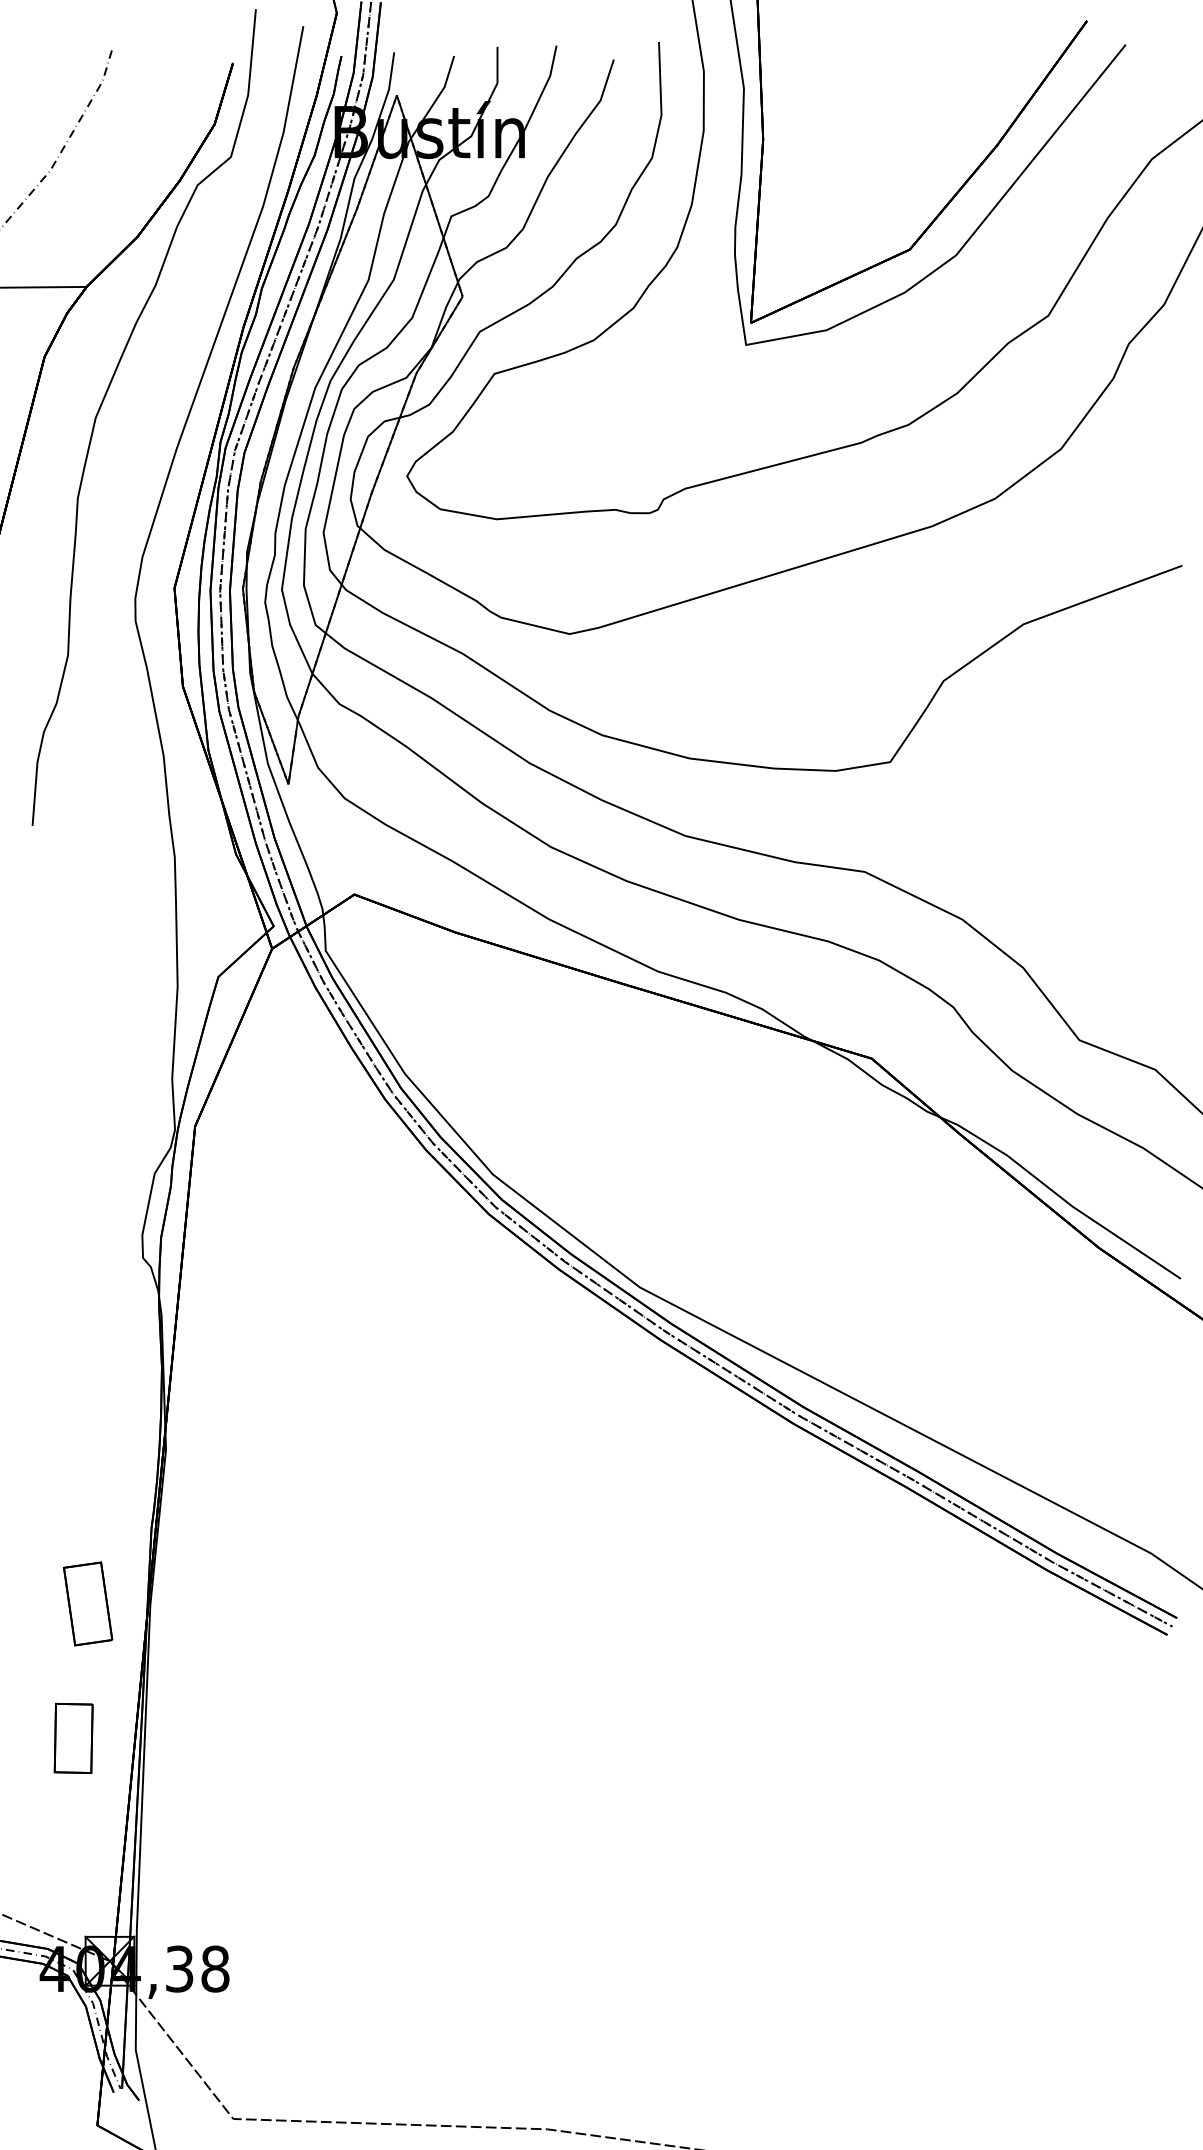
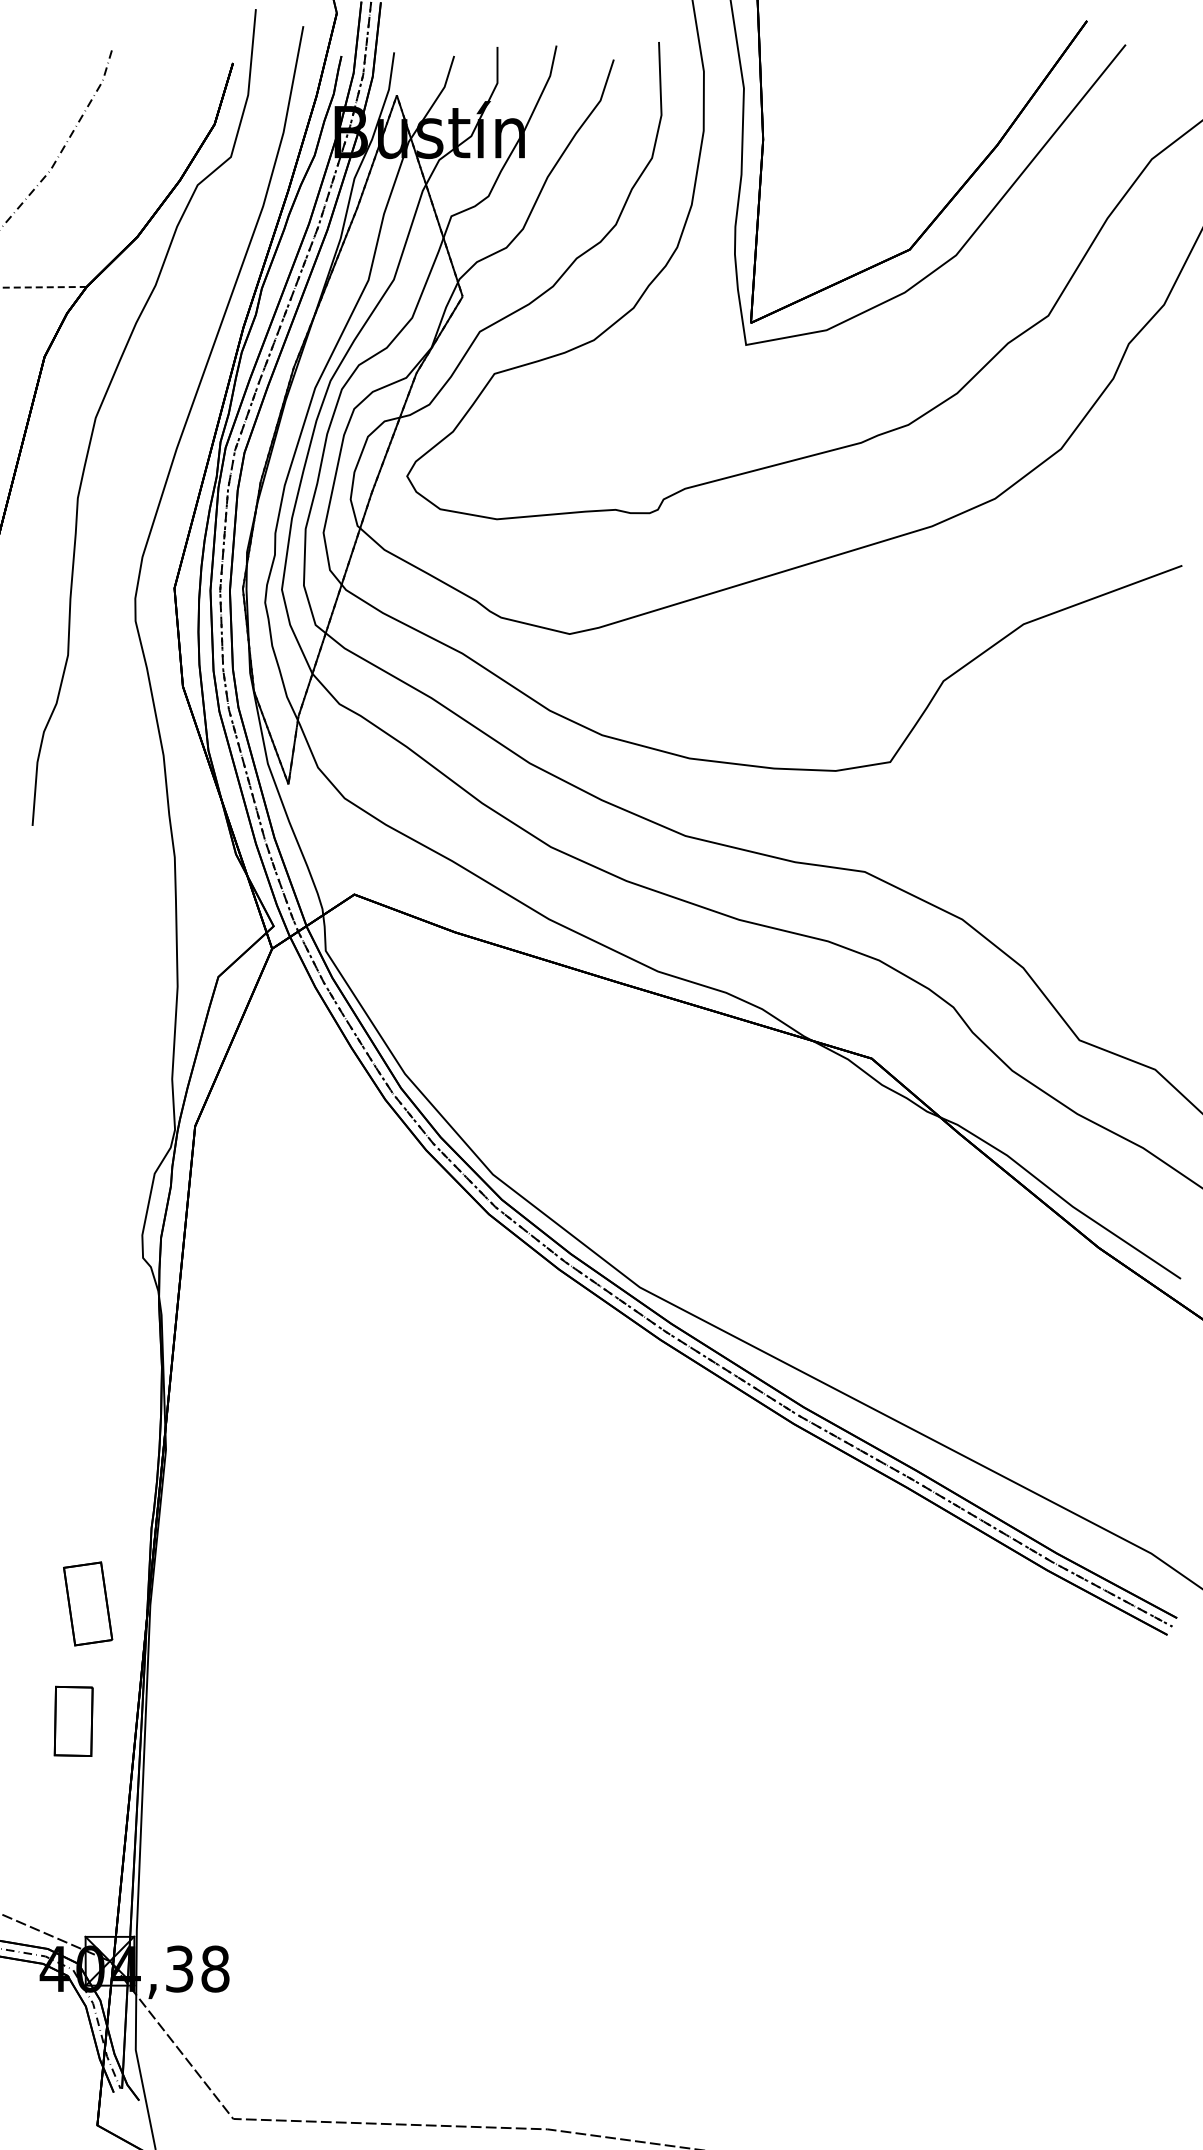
line at (42, 287): solid -> dashed
part at (73, 1737) position: (73, 1737) -> (73, 1720)
